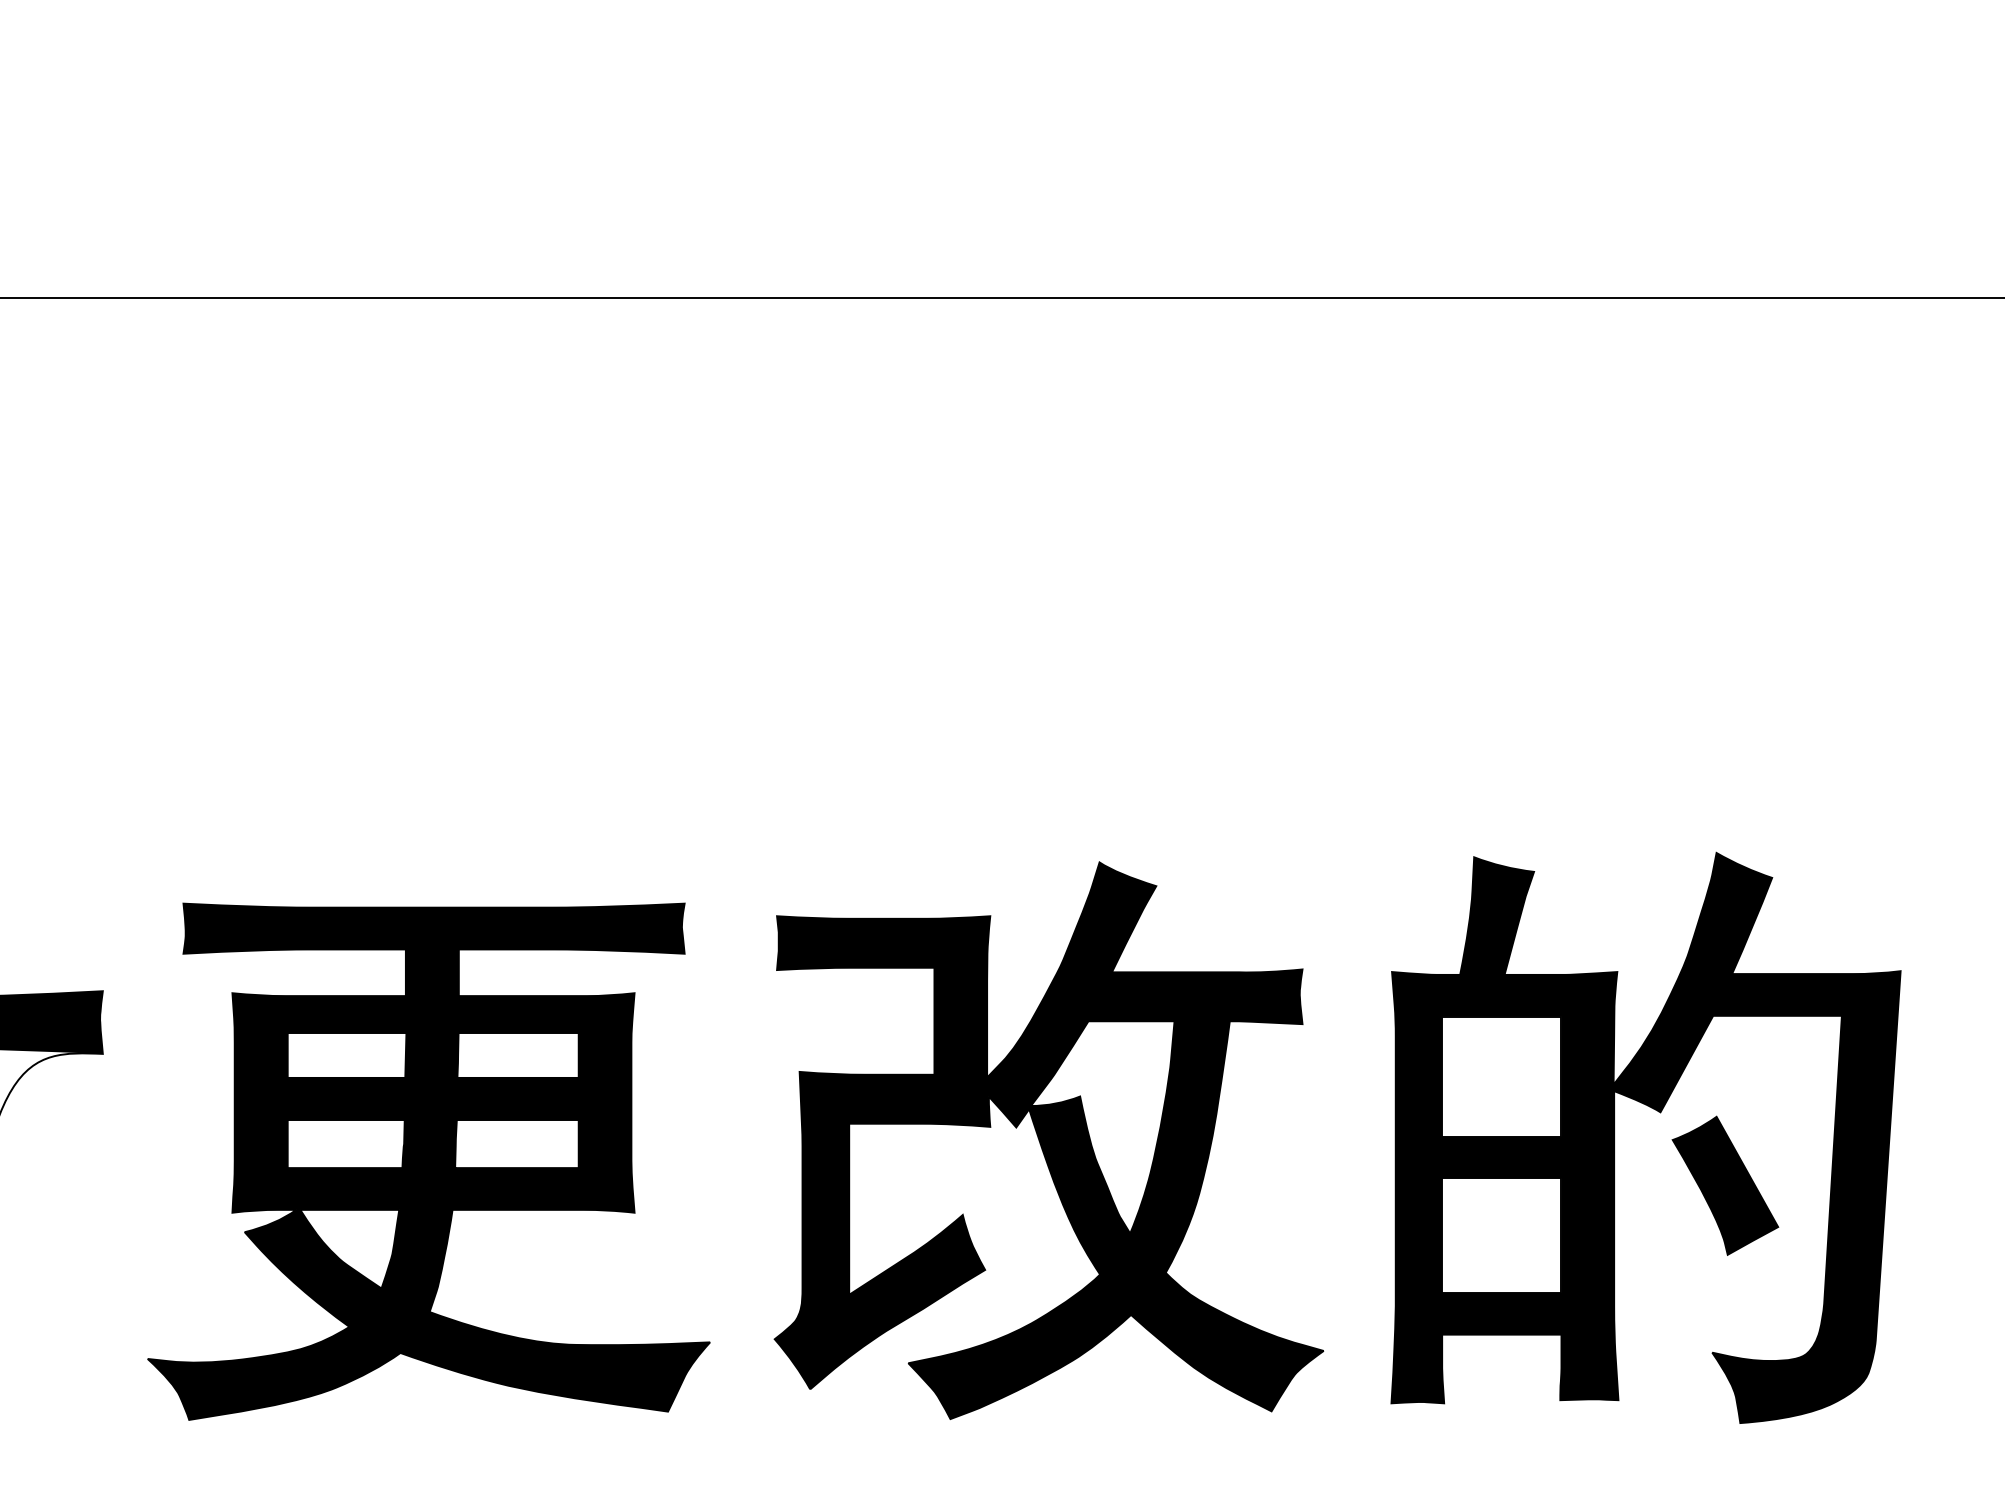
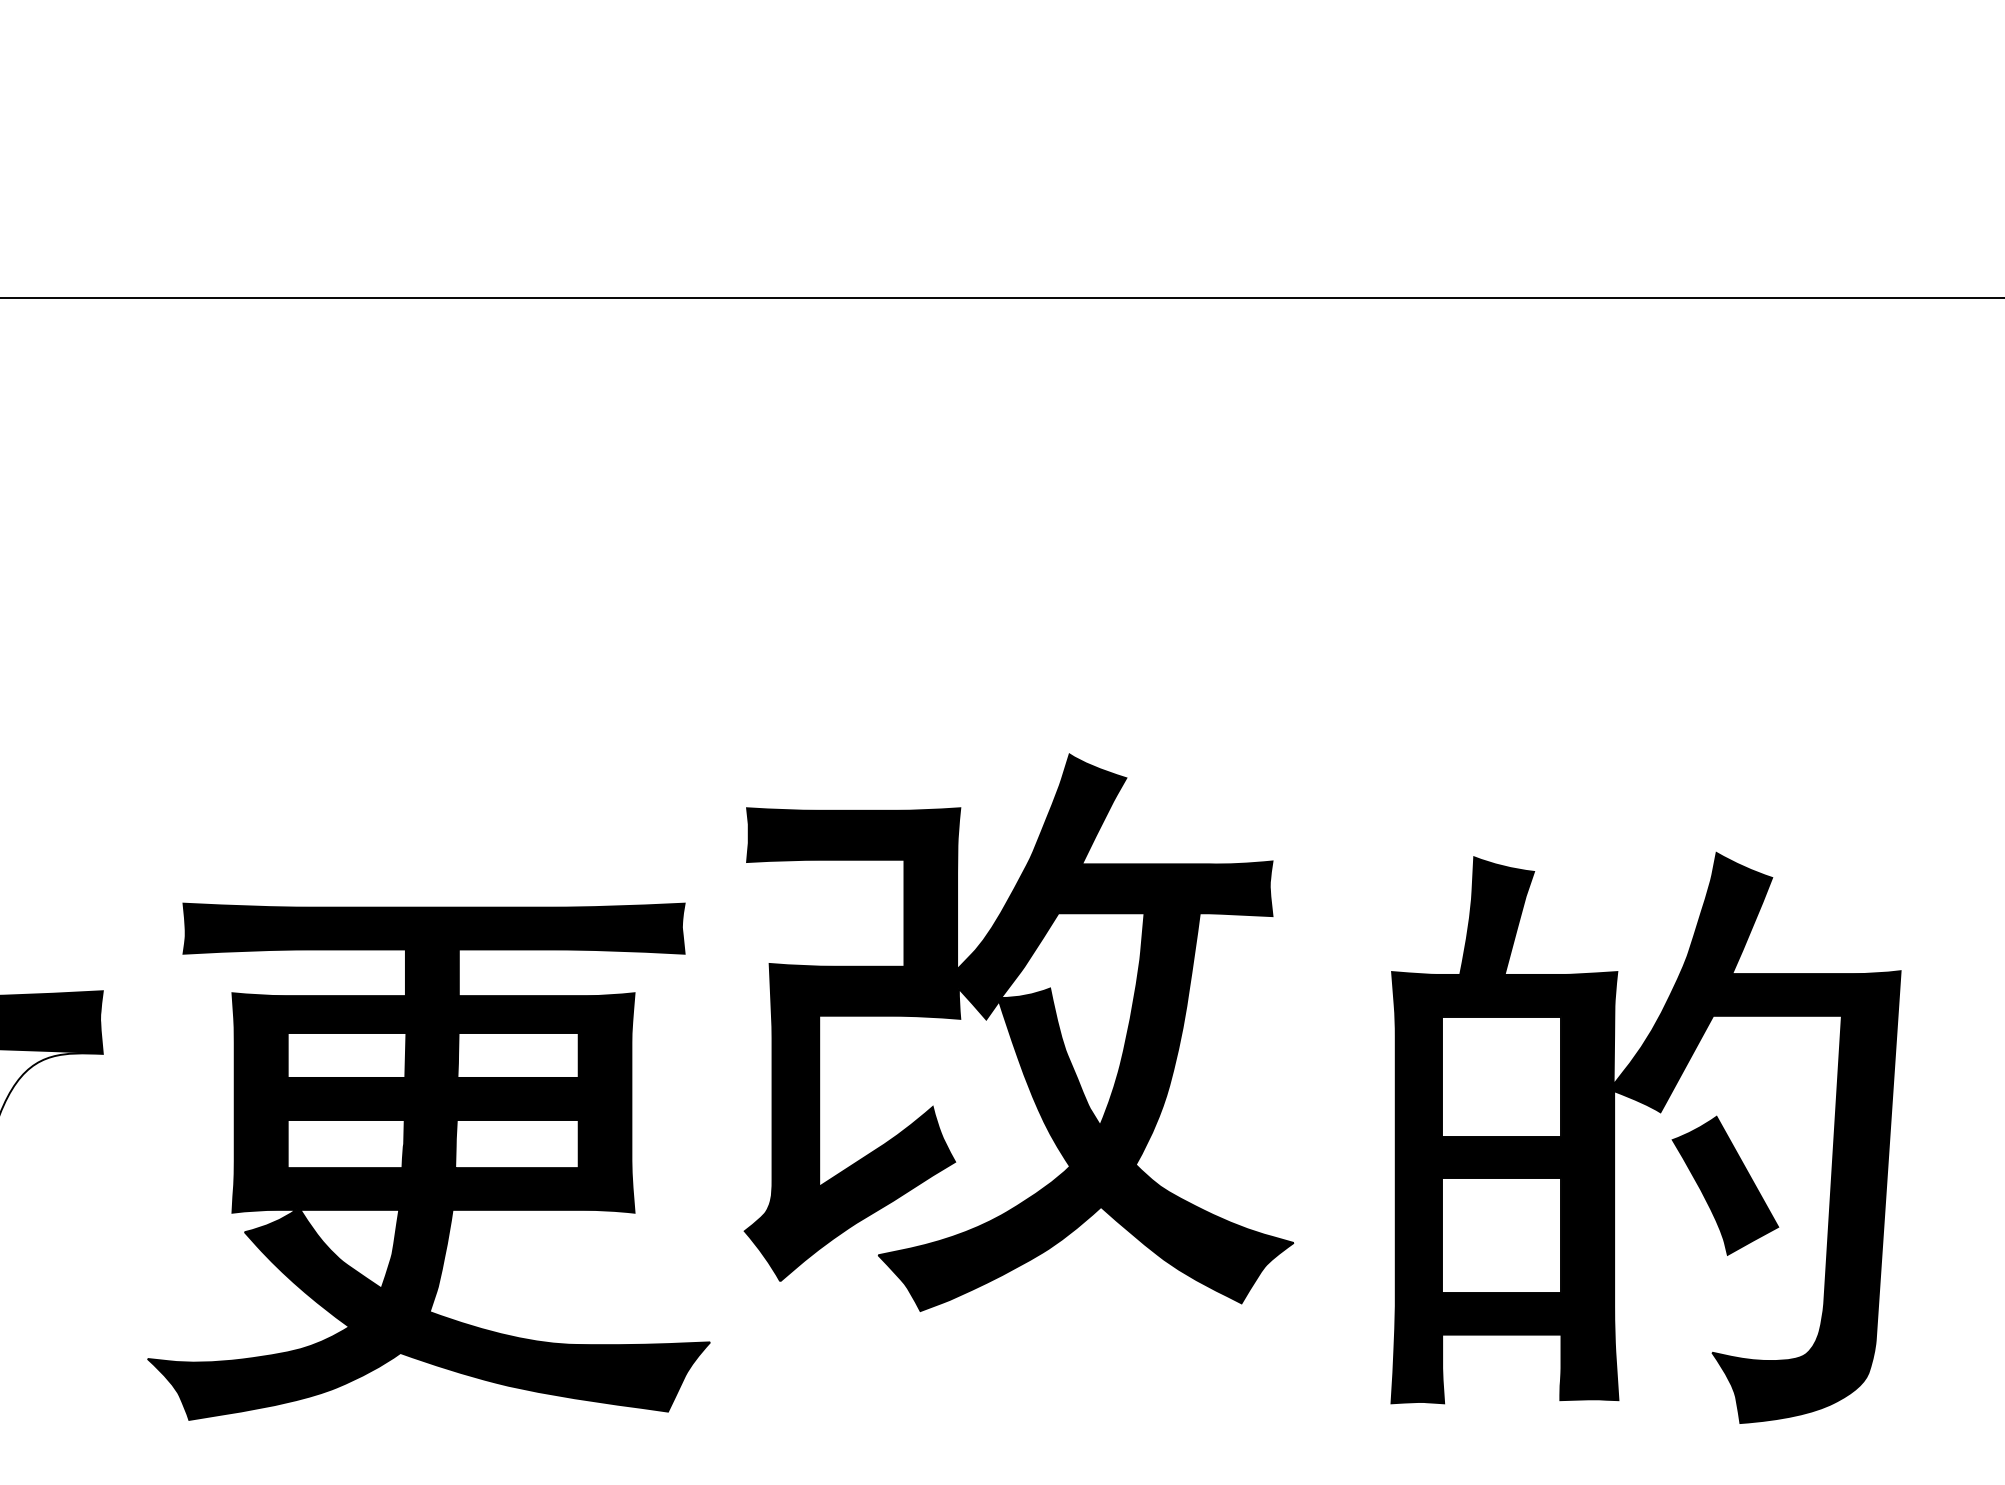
part at (1048, 1140) position: (1048, 1140) -> (1018, 1032)
